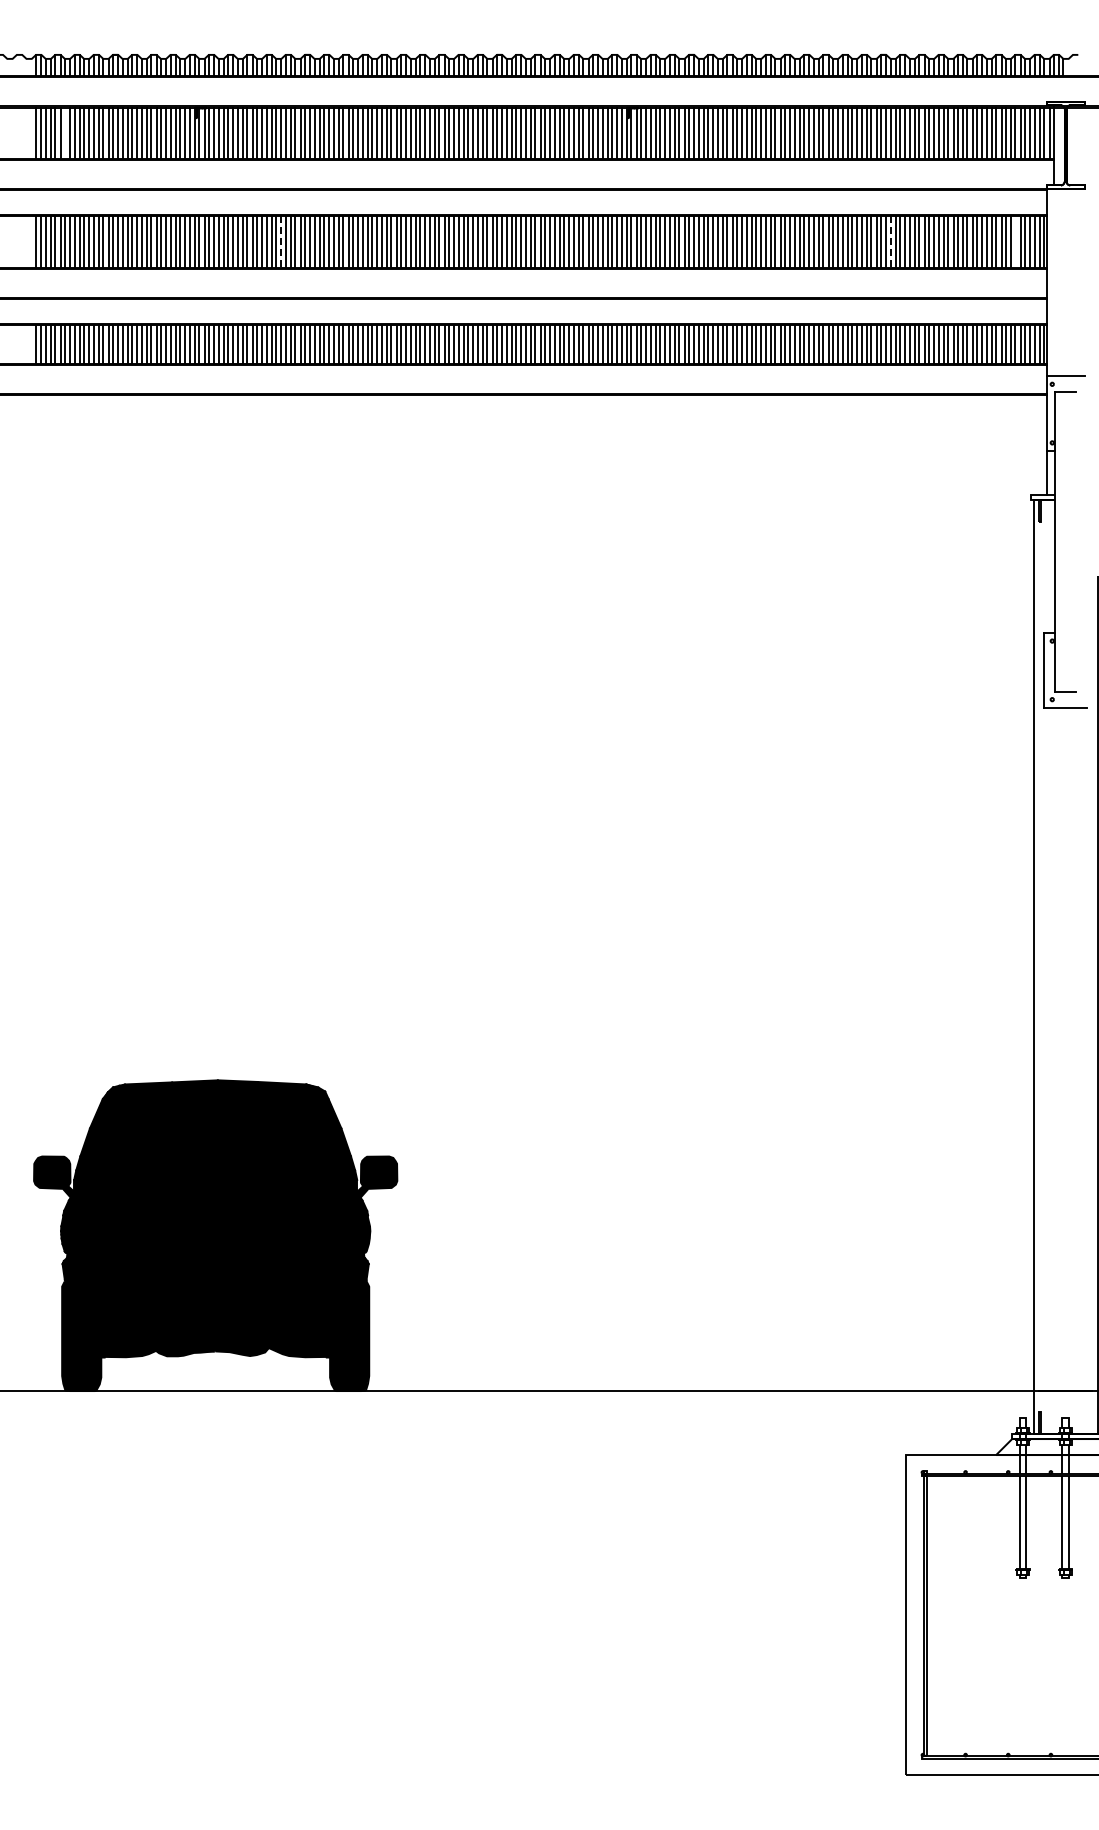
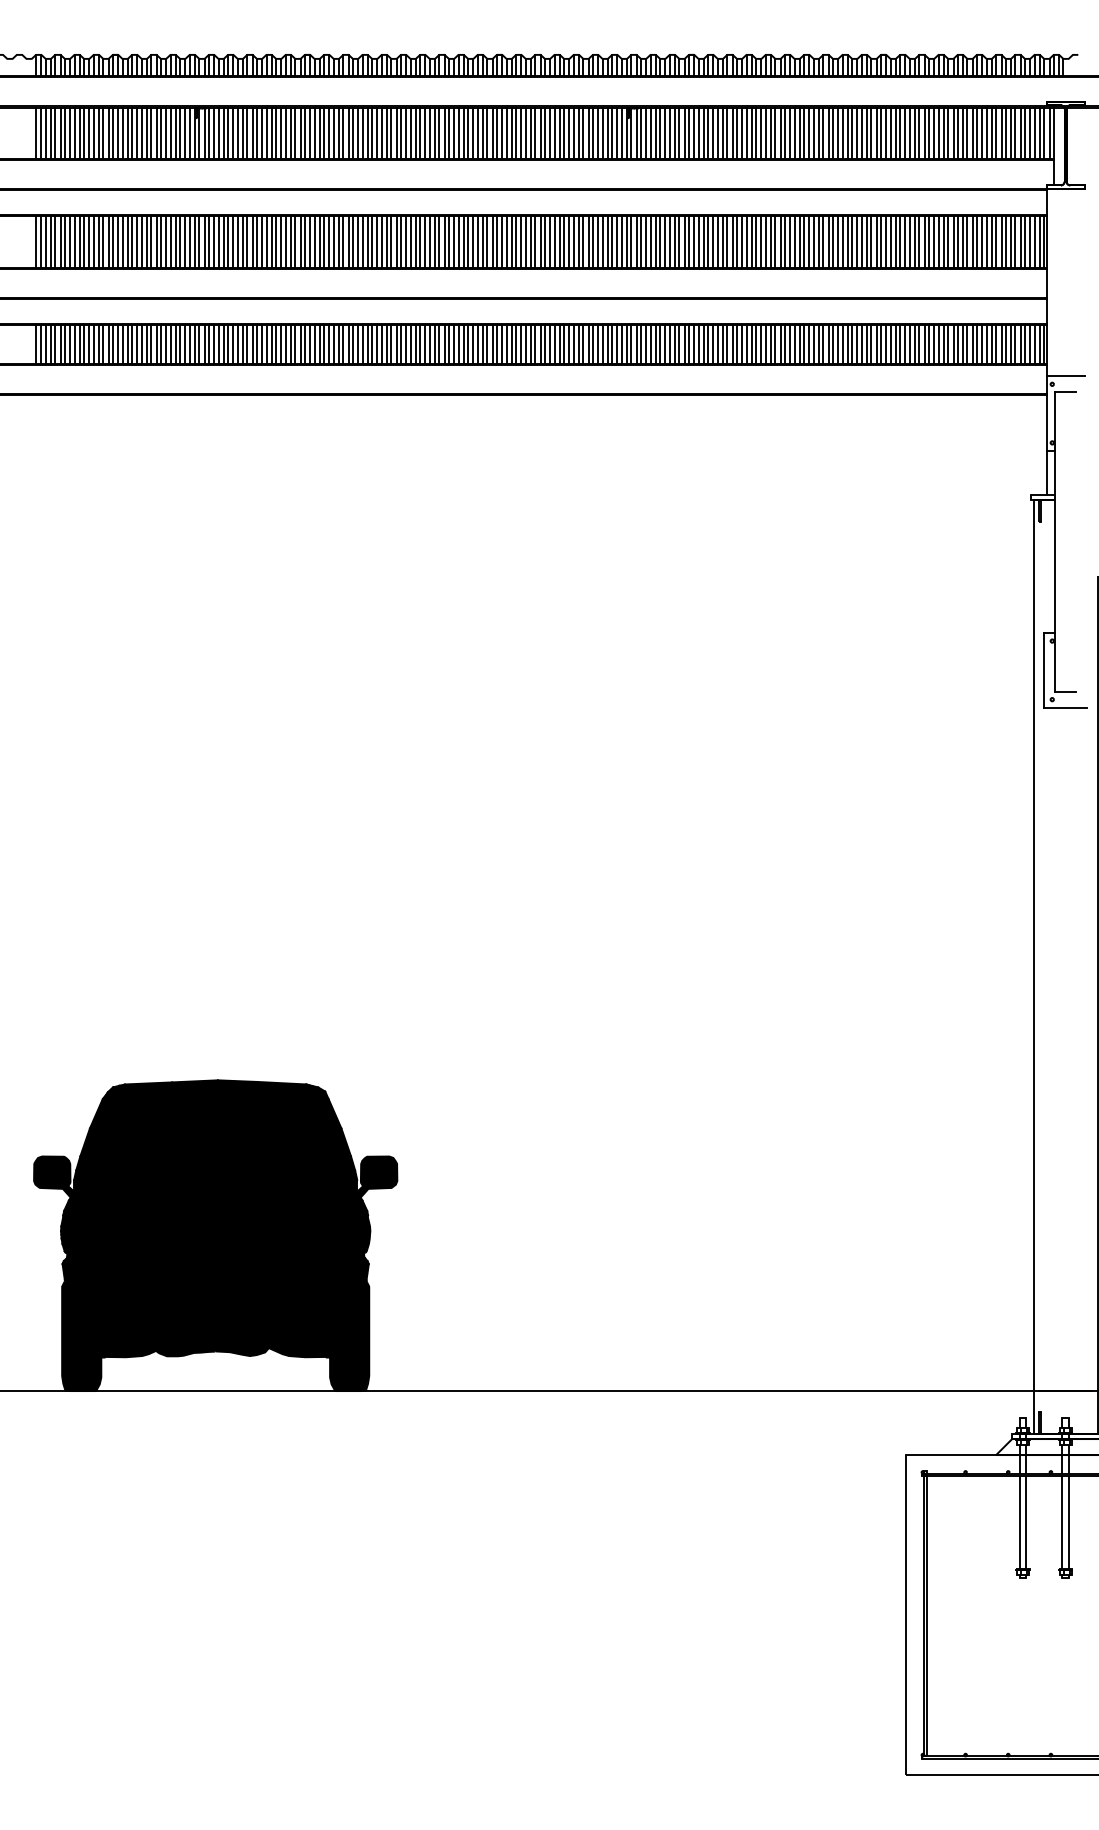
line at (64, 133): none -> present
line at (1015, 241): none -> present
line at (281, 242): dashed -> solid
line at (890, 242): dashed -> solid
